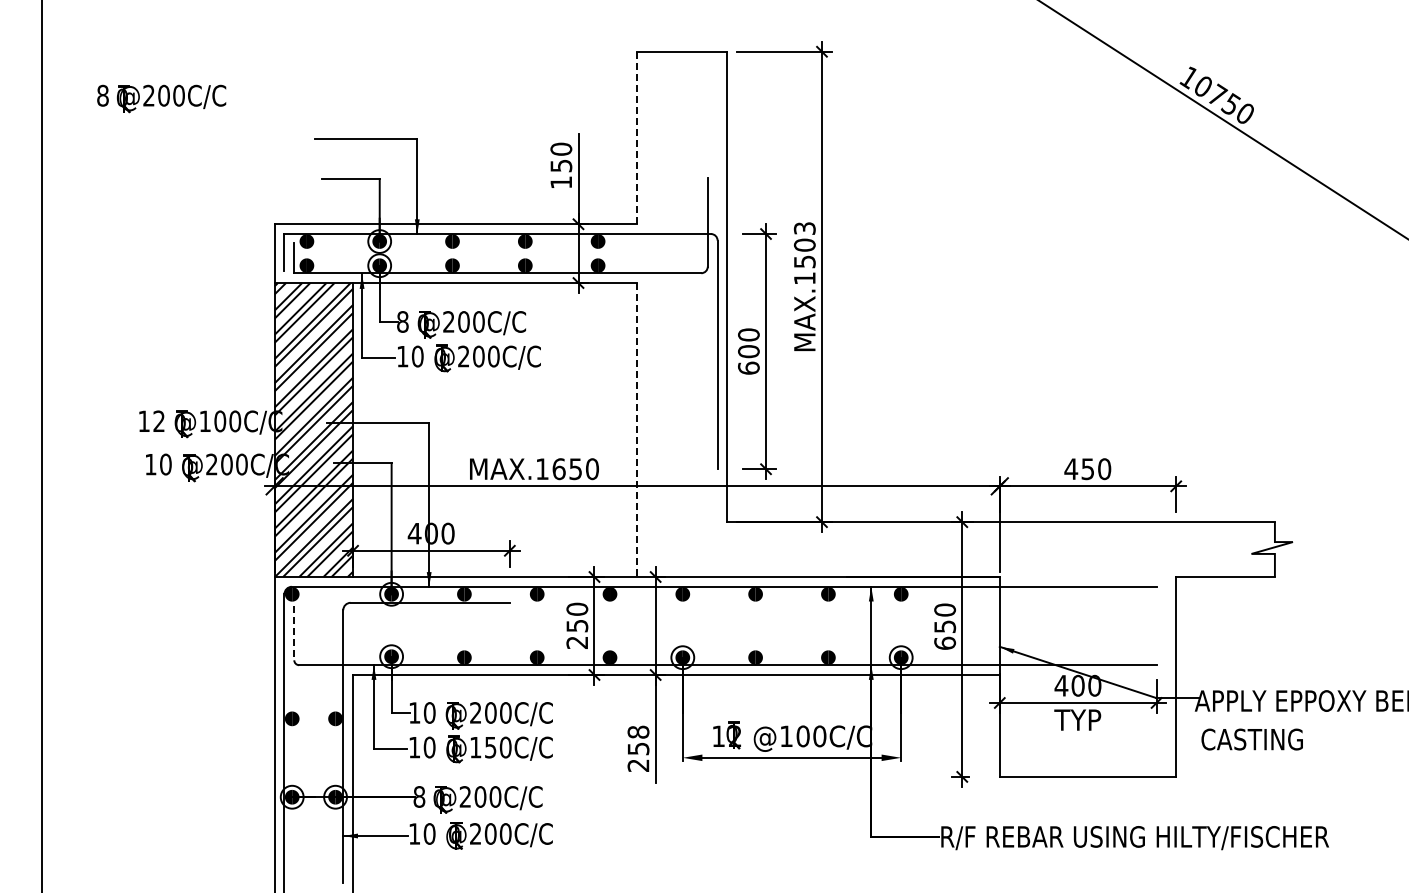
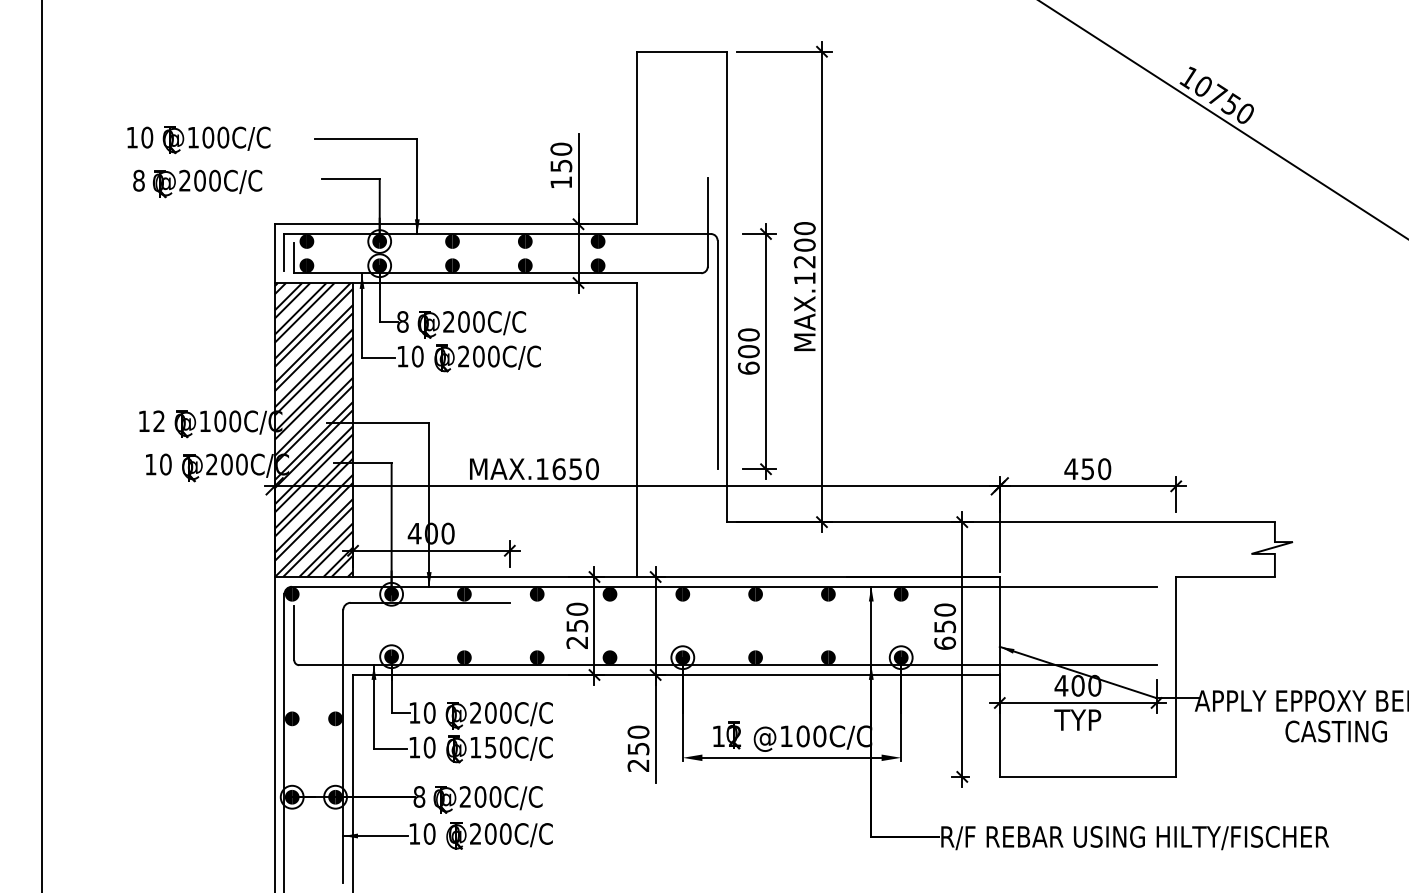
part at (161, 98) position: (161, 98) -> (197, 183)
line at (637, 138): dashed -> solid
part at (198, 140): none -> present
text at (804, 245): MAX.1503 -> MAX.1200
line at (637, 430): dashed -> solid
line at (294, 633): dashed -> solid
text at (638, 731): 258 -> 250
text at (1251, 739) position: (1251, 739) -> (1335, 731)
